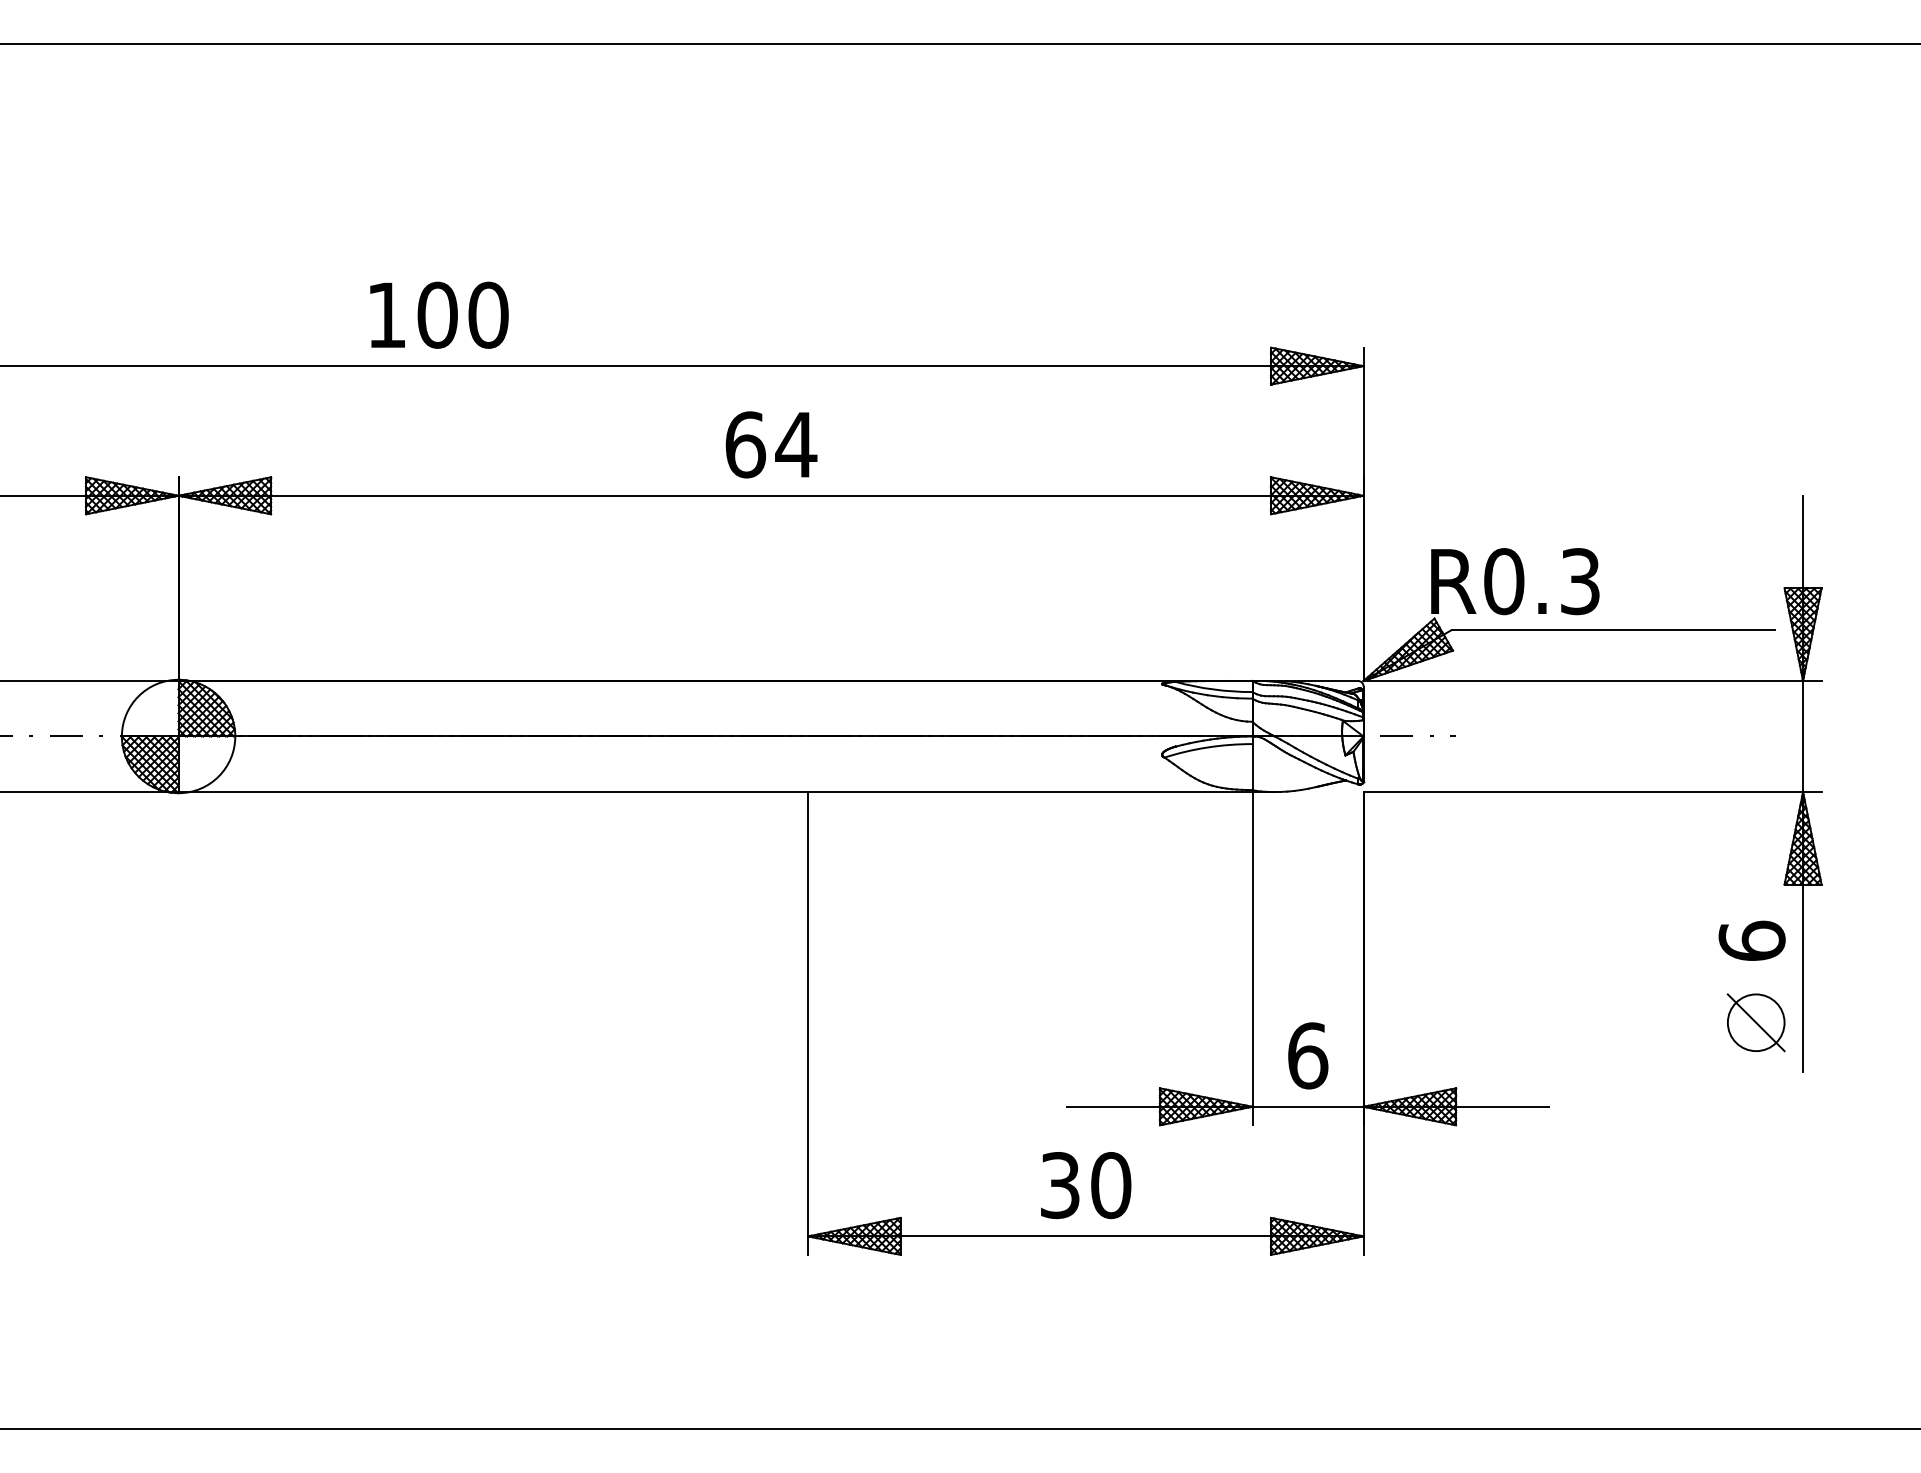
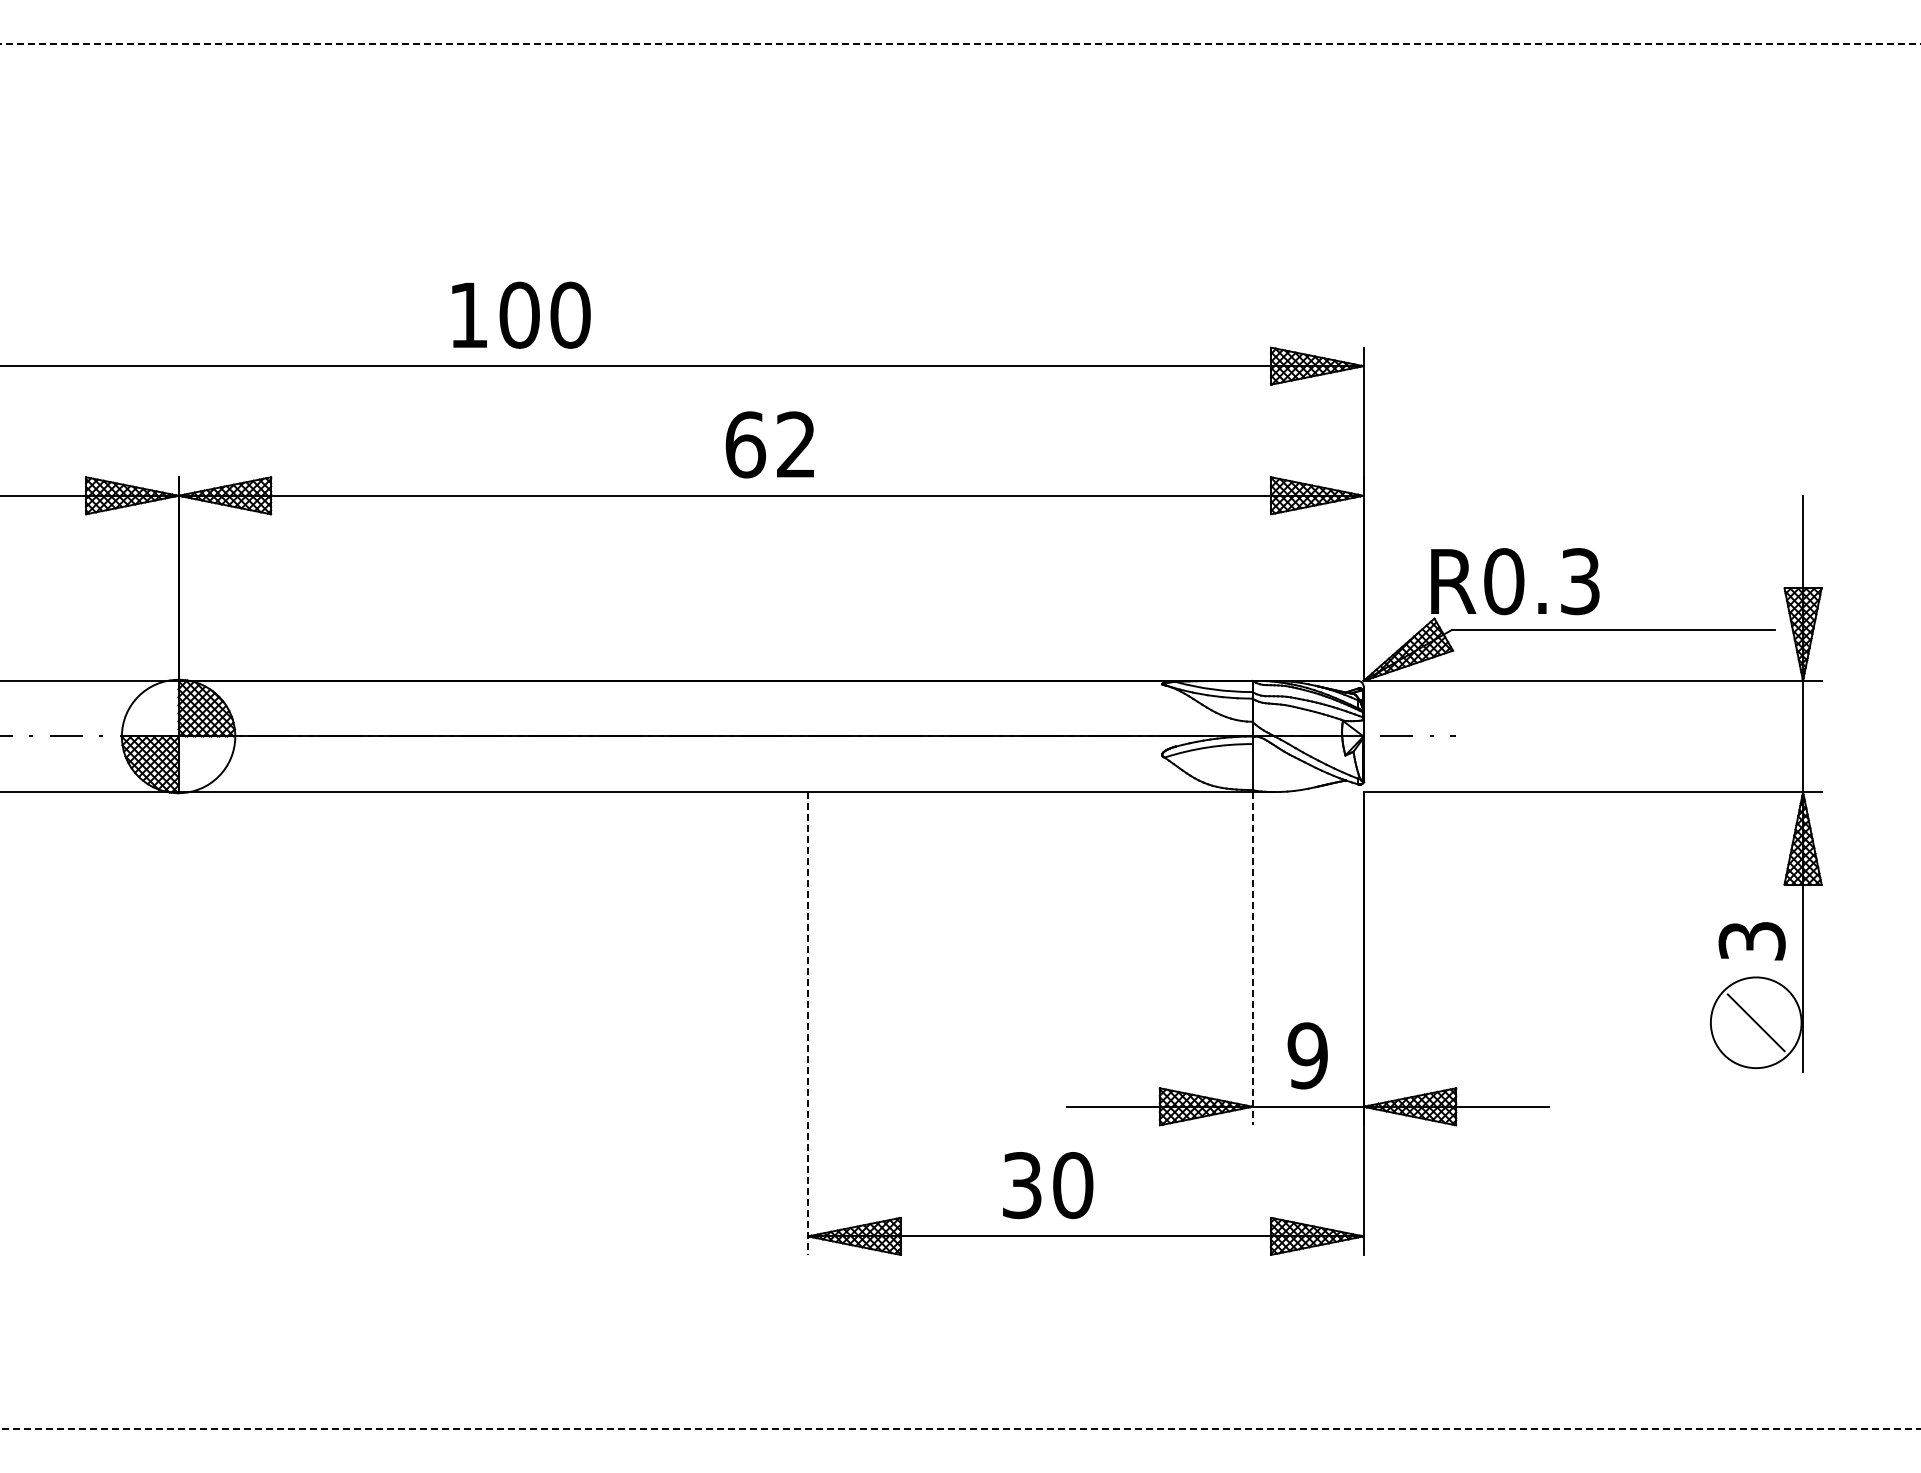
line at (960, 44): solid -> dashed
text at (439, 314) position: (439, 314) -> (521, 314)
text at (796, 444): 64 -> 62
text at (1751, 940): 6 -> 3
line at (1252, 958): solid -> dashed
circle at (1755, 1022) diameter: 57 px -> 91 px
line at (808, 1023): solid -> dashed
text at (1307, 1055): 6 -> 9
text at (1086, 1185) position: (1086, 1185) -> (1048, 1185)
line at (960, 1428): solid -> dashed
